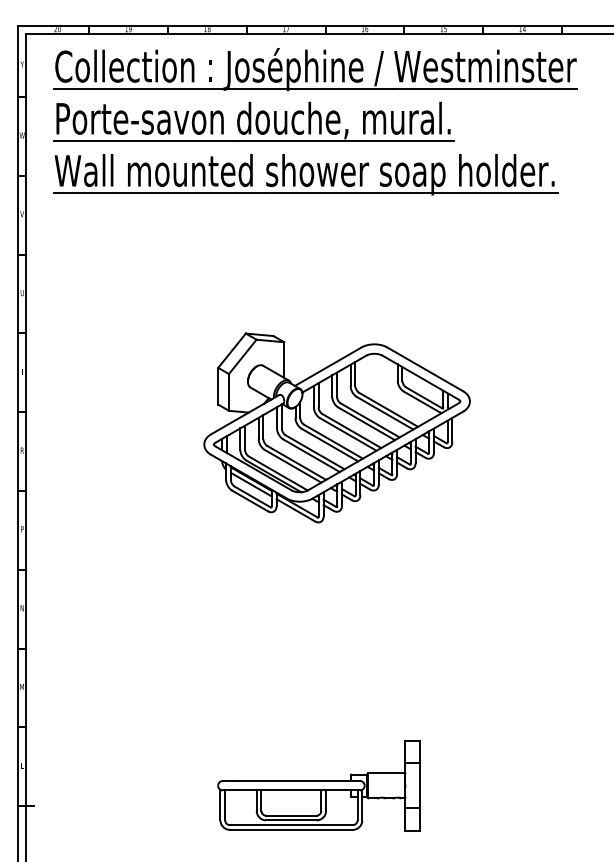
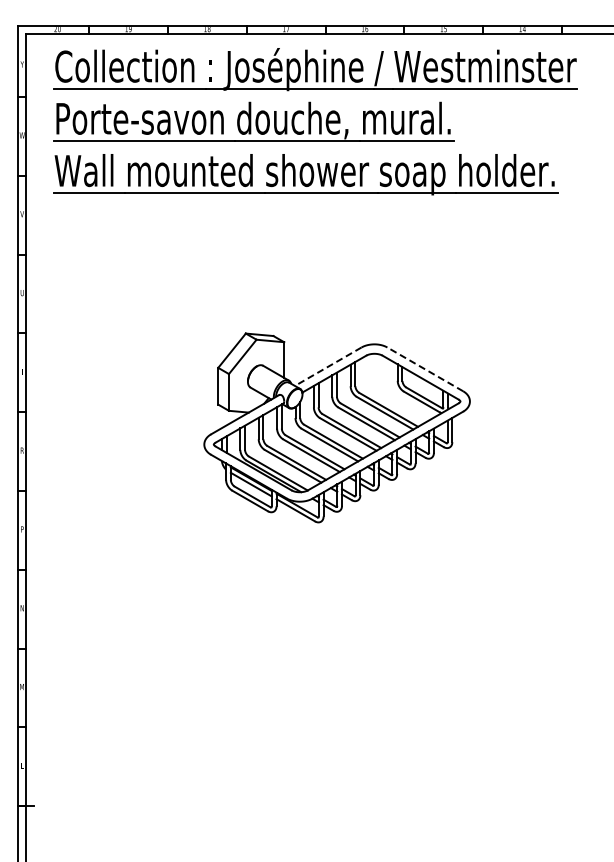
line at (327, 366): solid -> dashed
line at (425, 369): solid -> dashed
part at (318, 785): present -> none
